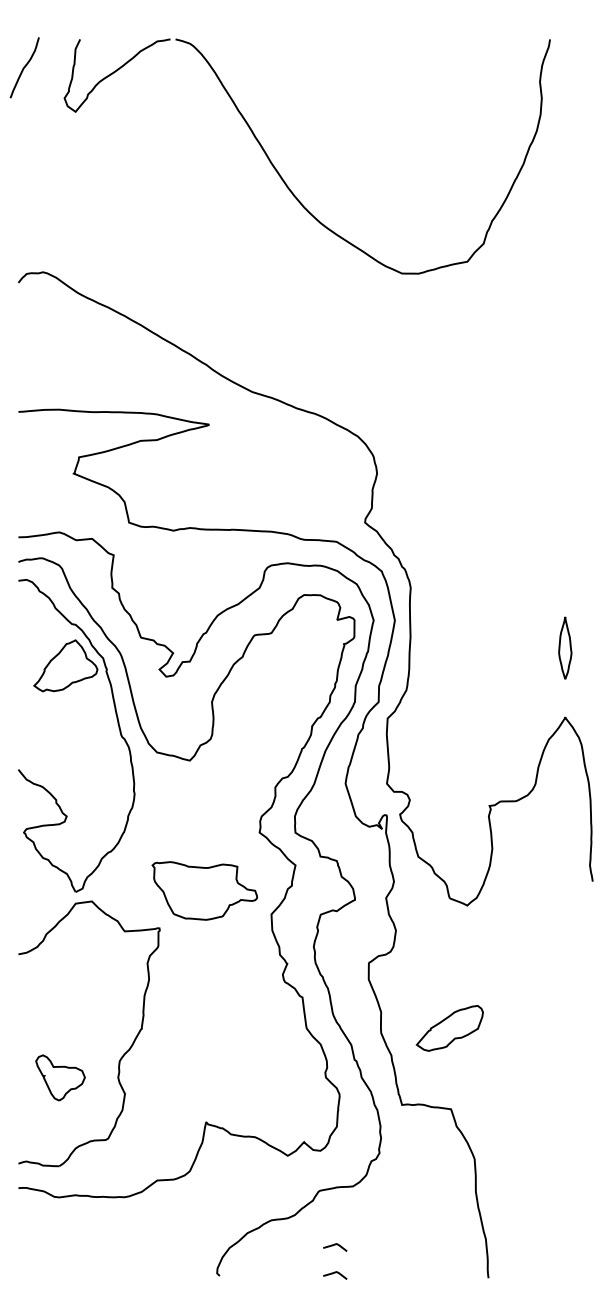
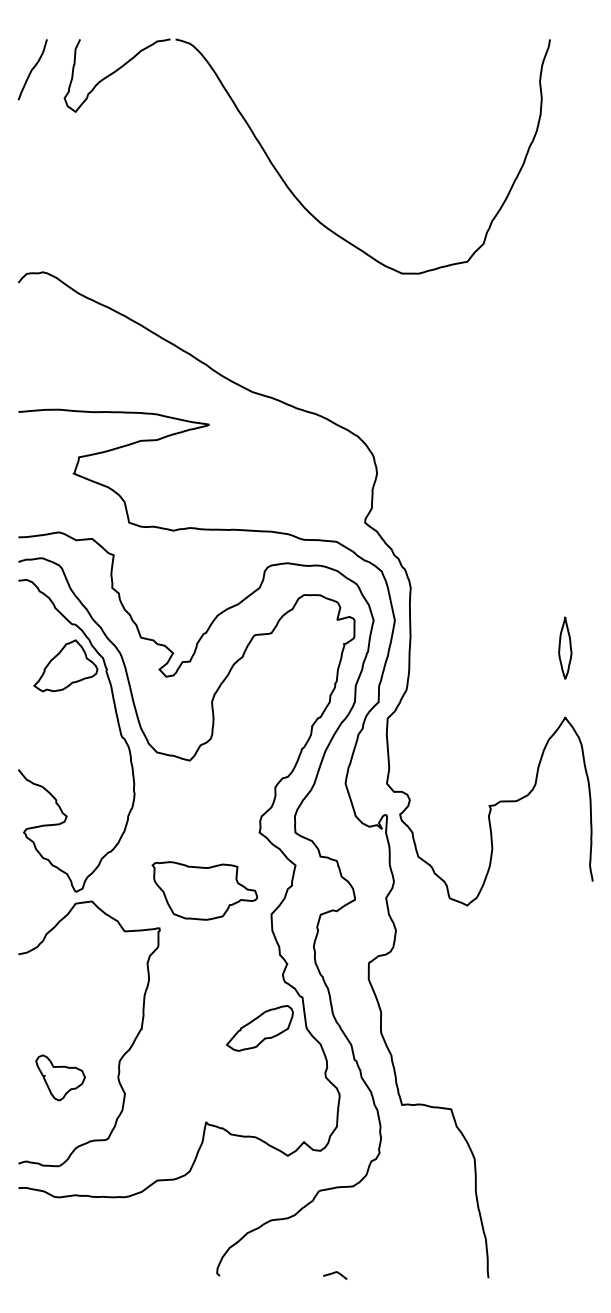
curve at (24, 67) position: (24, 67) -> (32, 69)
part at (449, 1028) position: (449, 1028) -> (259, 1028)
curve at (335, 1245): present -> none
